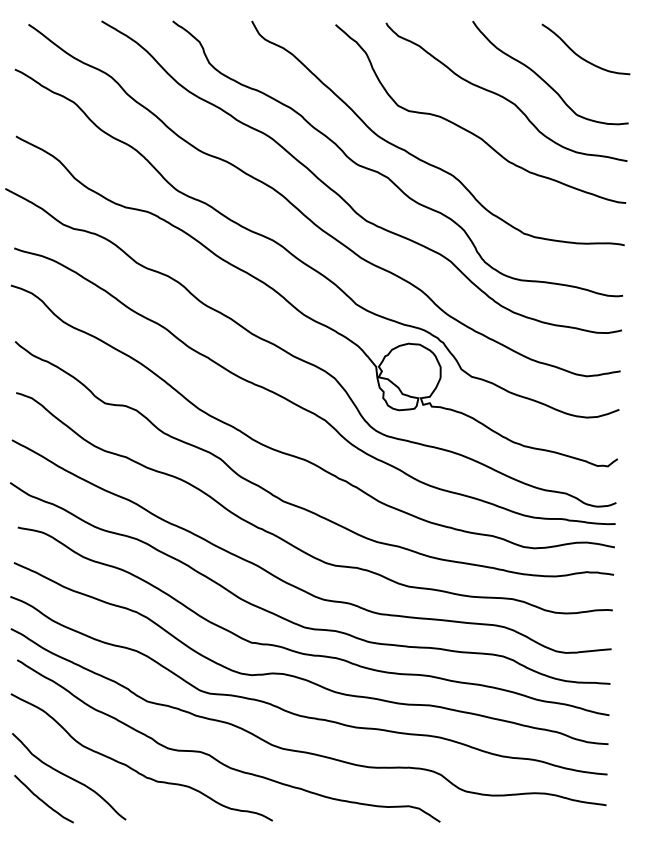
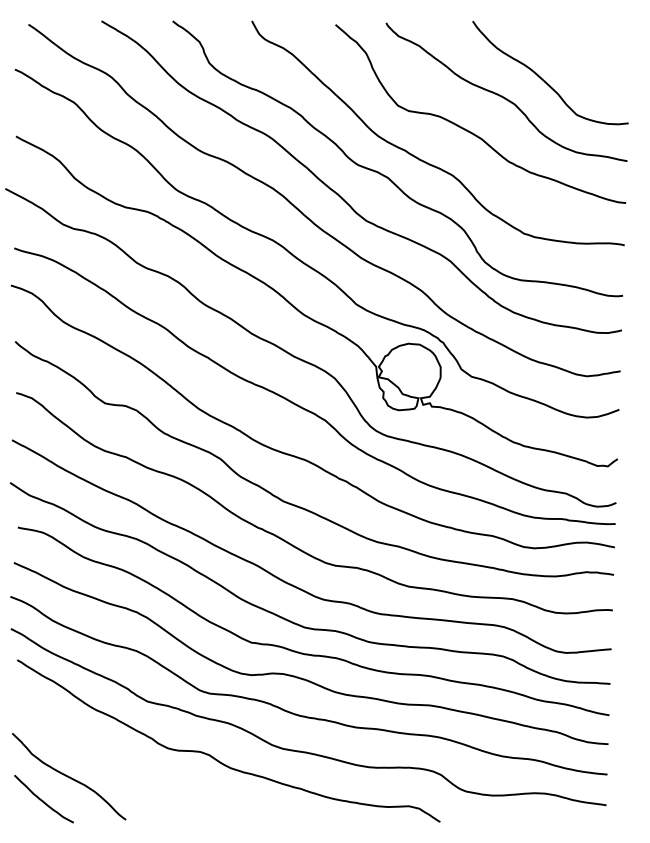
curve at (581, 56): present -> none
curve at (135, 769): present -> none
